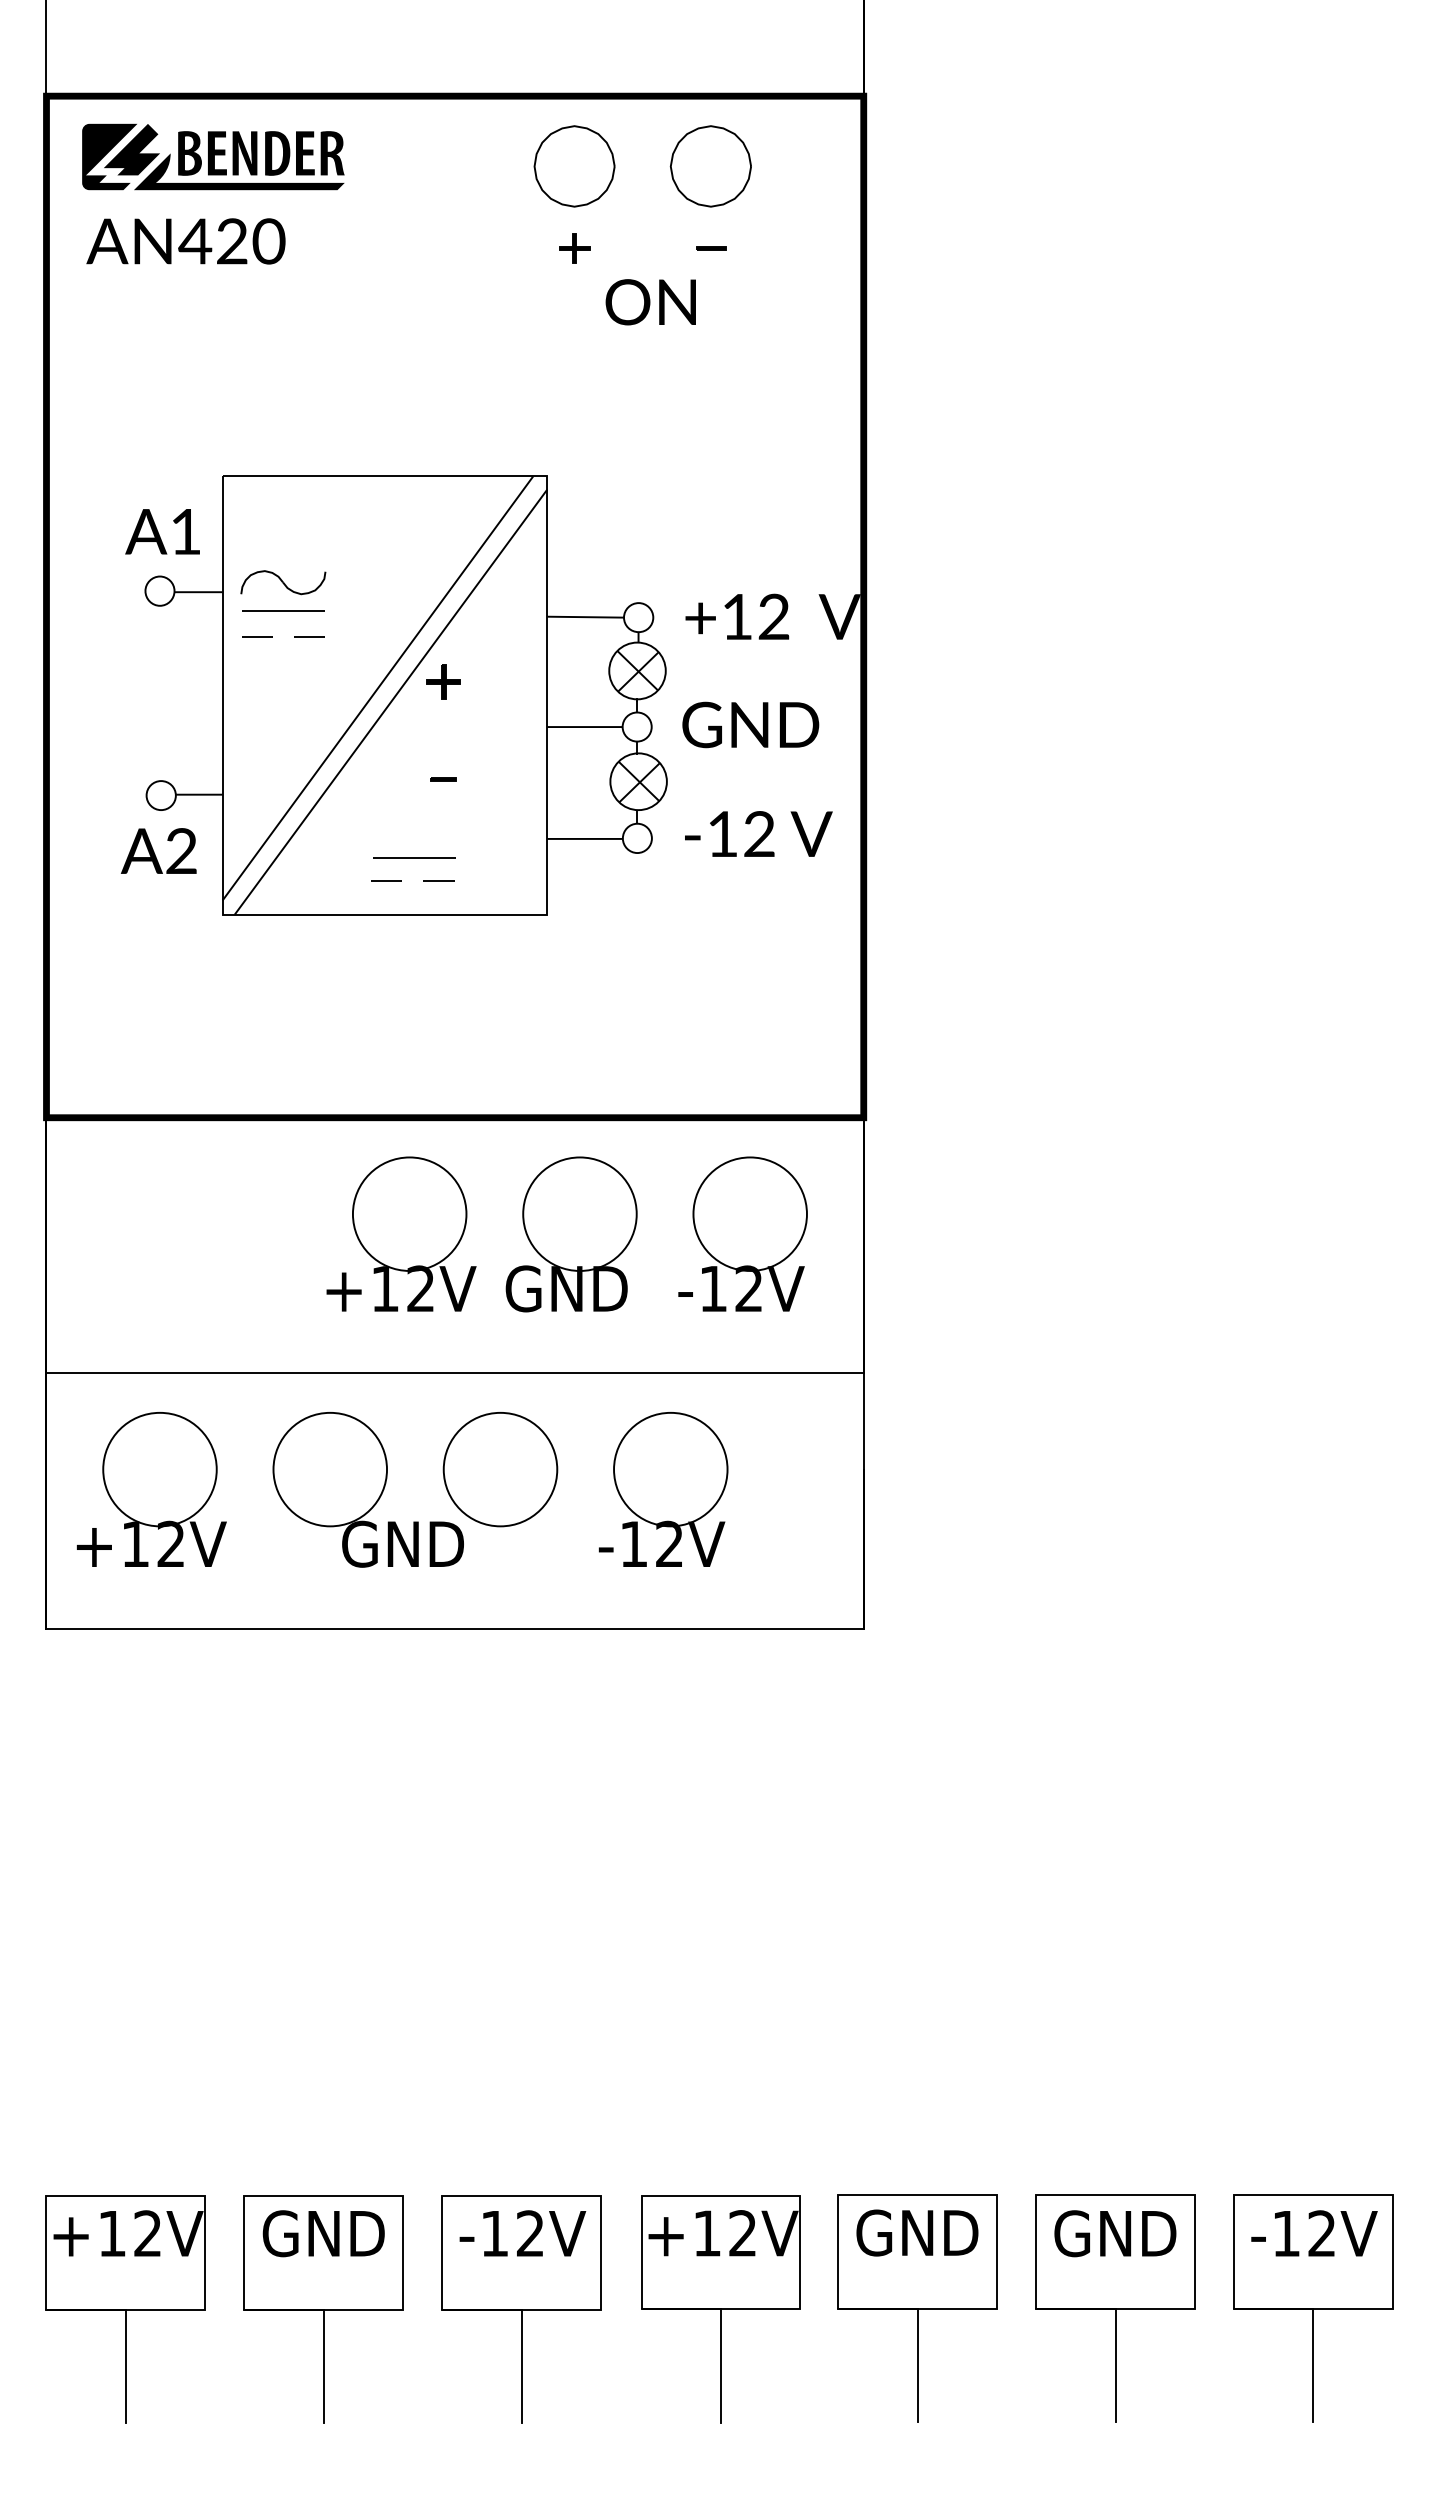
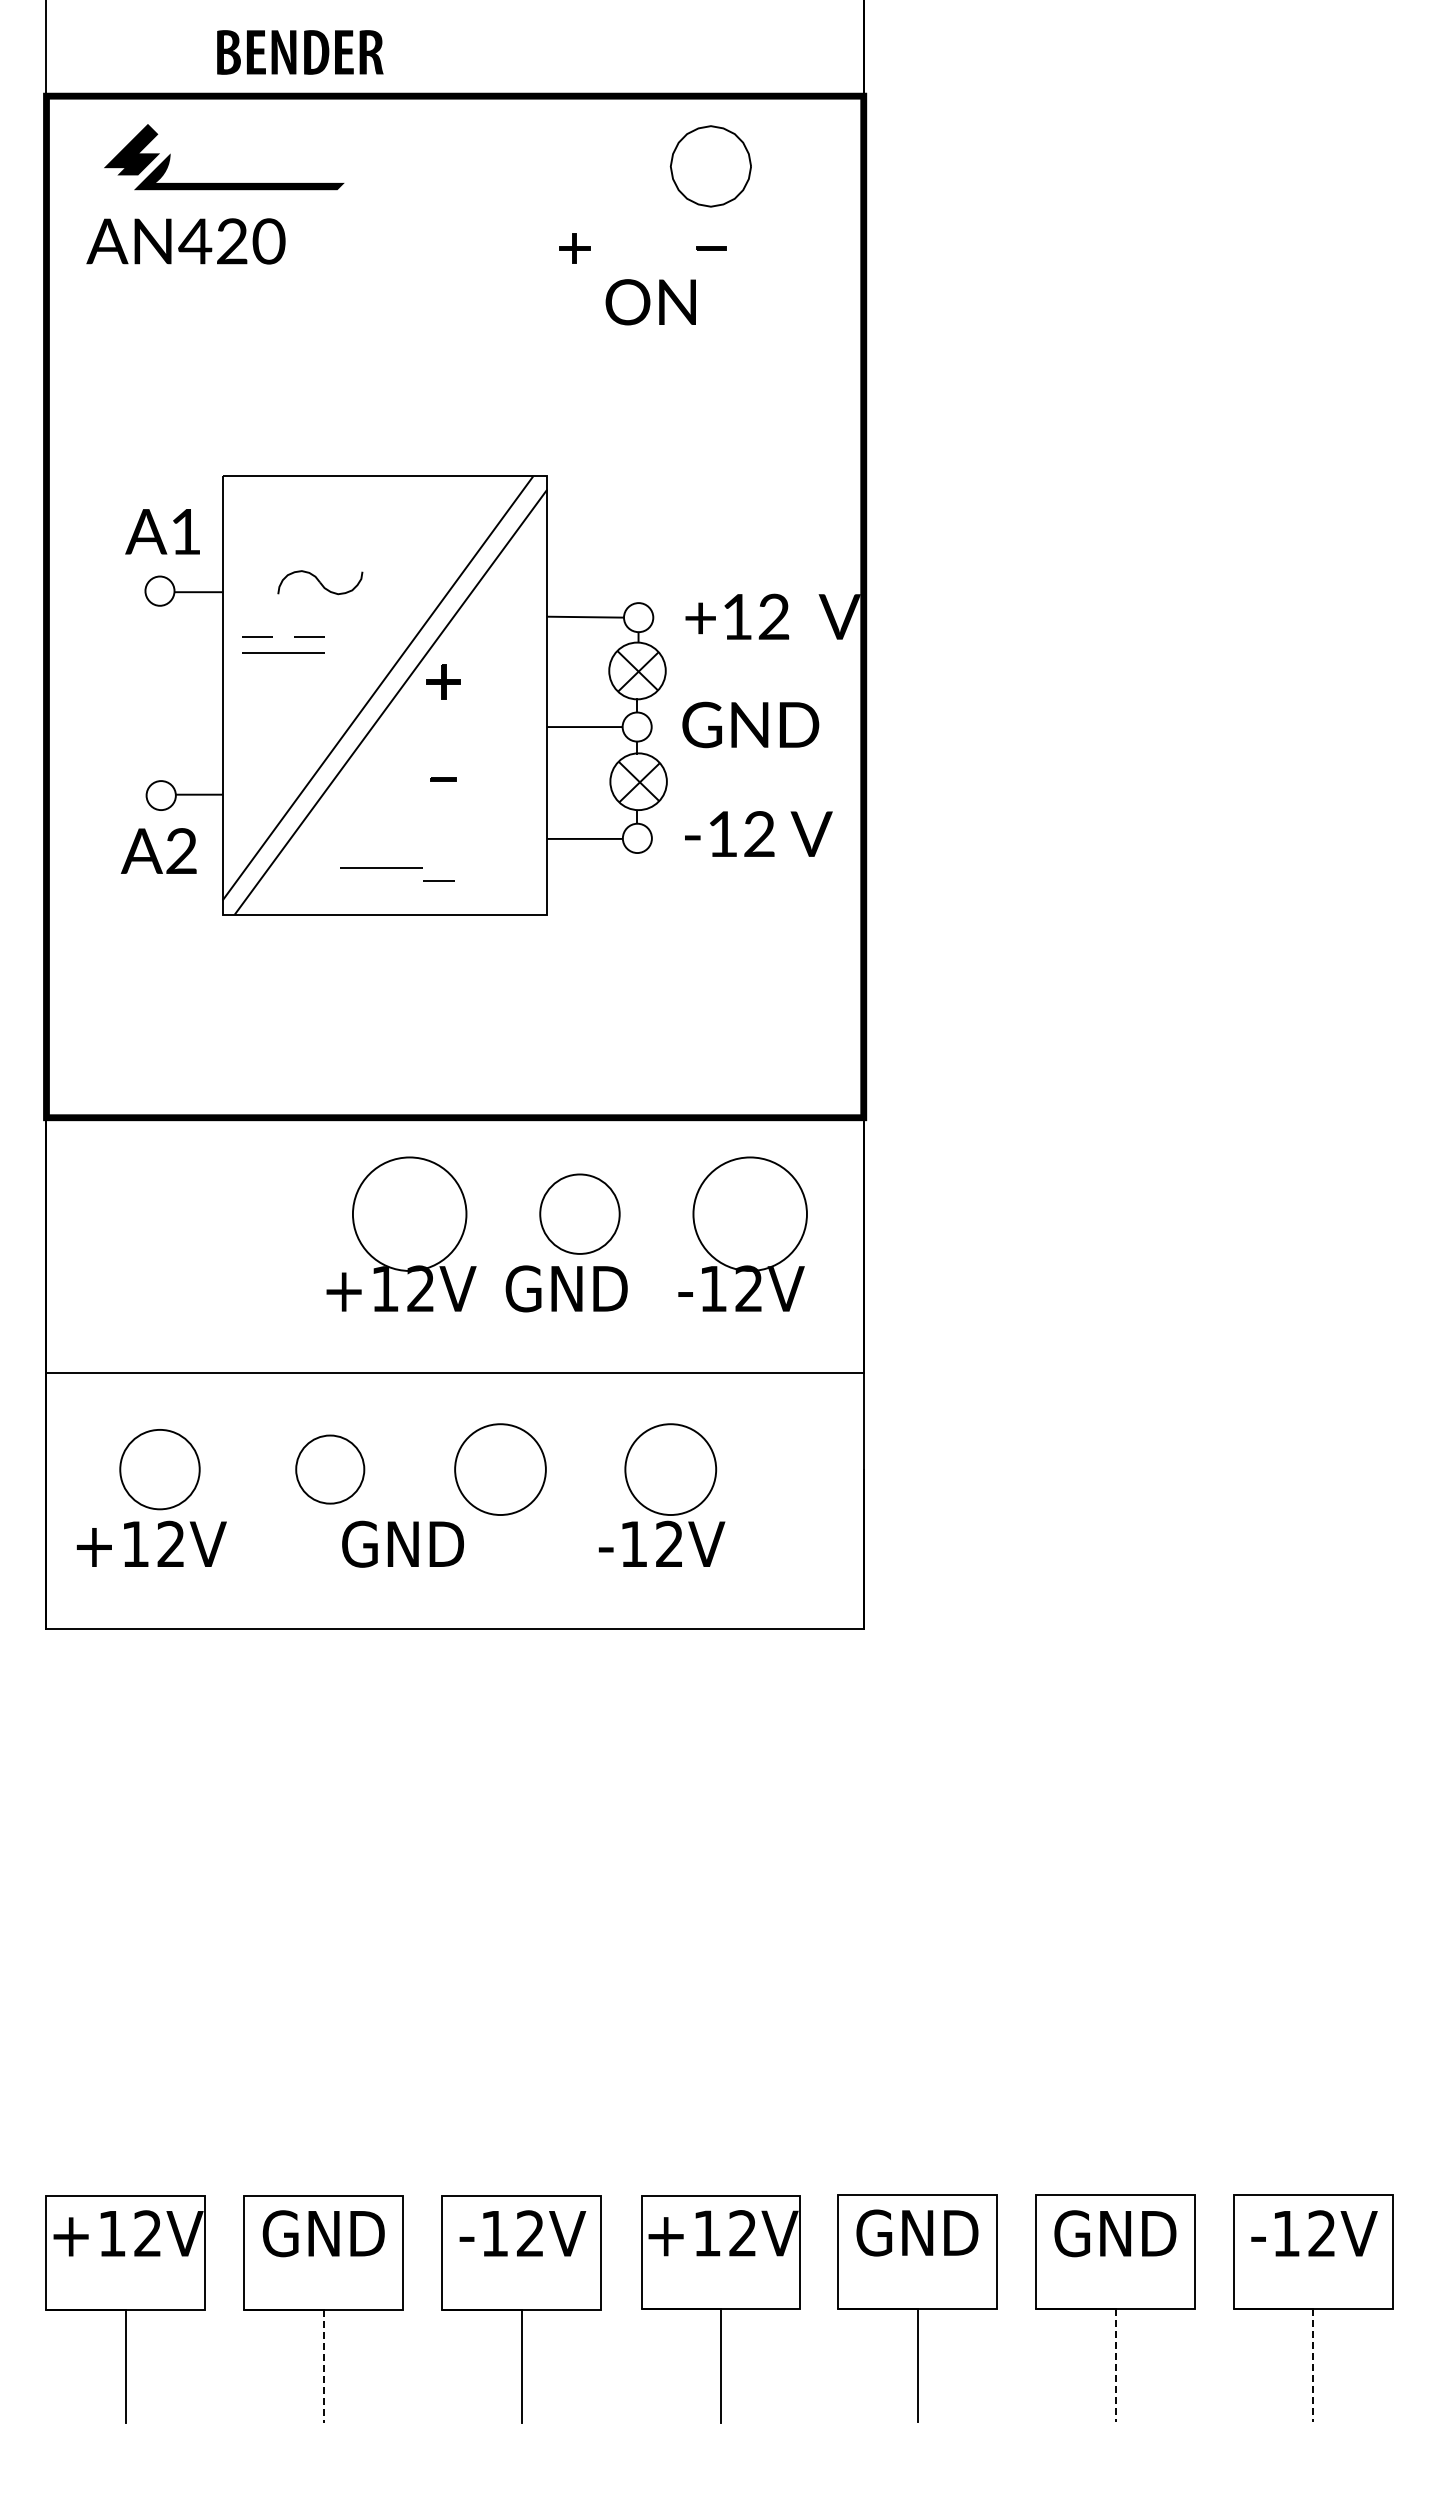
part at (261, 153) position: (261, 153) -> (300, 52)
fill at (109, 156): present -> none
part at (574, 166): present -> none
part at (283, 582) position: (283, 582) -> (320, 582)
line at (283, 610) position: (283, 610) -> (283, 652)
line at (414, 857) position: (414, 857) -> (381, 867)
line at (386, 880): present -> none
circle at (579, 1213) diameter: 114 px -> 79 px
circle at (159, 1469) diameter: 114 px -> 79 px
circle at (330, 1469) diameter: 114 px -> 68 px
circle at (500, 1469) diameter: 114 px -> 91 px
circle at (670, 1469) diameter: 114 px -> 91 px
line at (1115, 2365): solid -> dashed
line at (1313, 2365): solid -> dashed
line at (323, 2366): solid -> dashed
